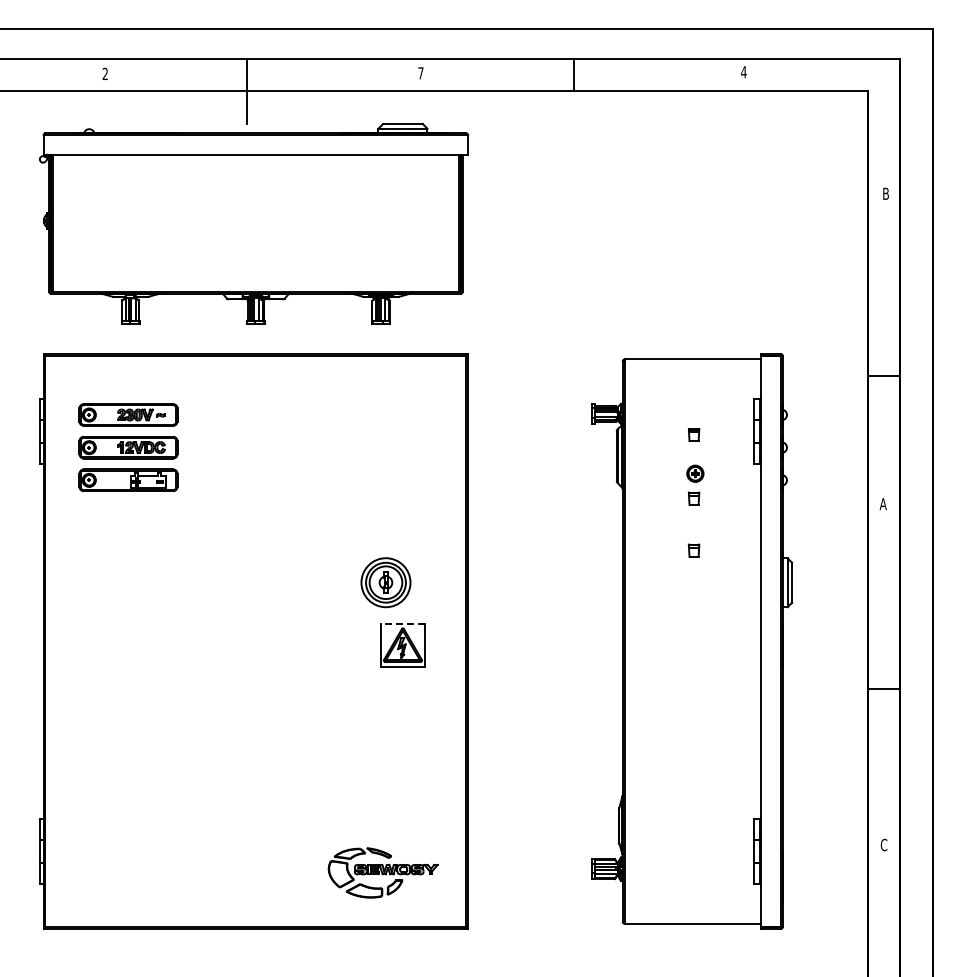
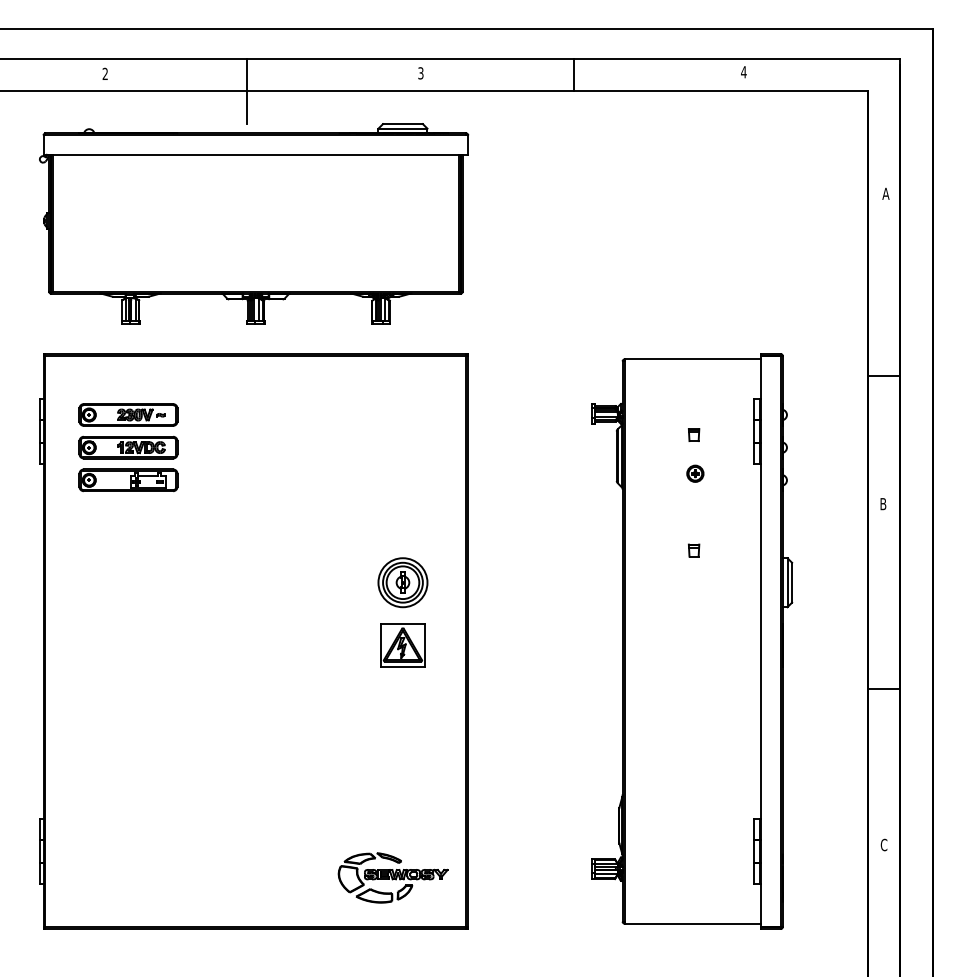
text at (420, 73): 7 -> 3
text at (885, 193): B -> A
part at (694, 498): present -> none
text at (882, 504): A -> B
part at (385, 582) position: (385, 582) -> (402, 582)
line at (402, 623): dashed -> solid
part at (382, 872) position: (382, 872) -> (392, 877)
